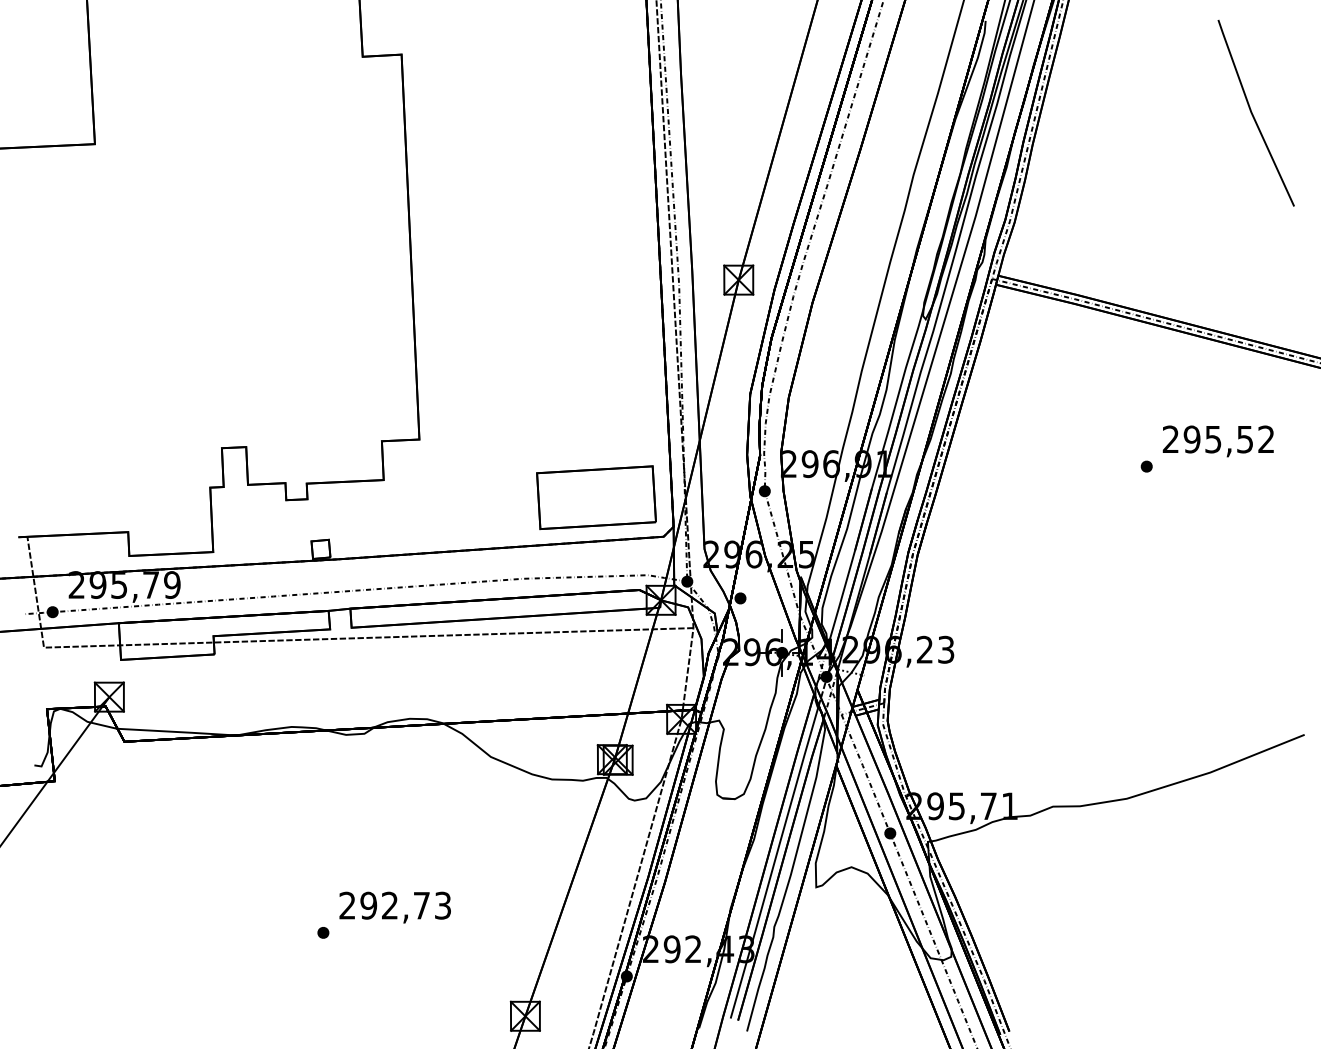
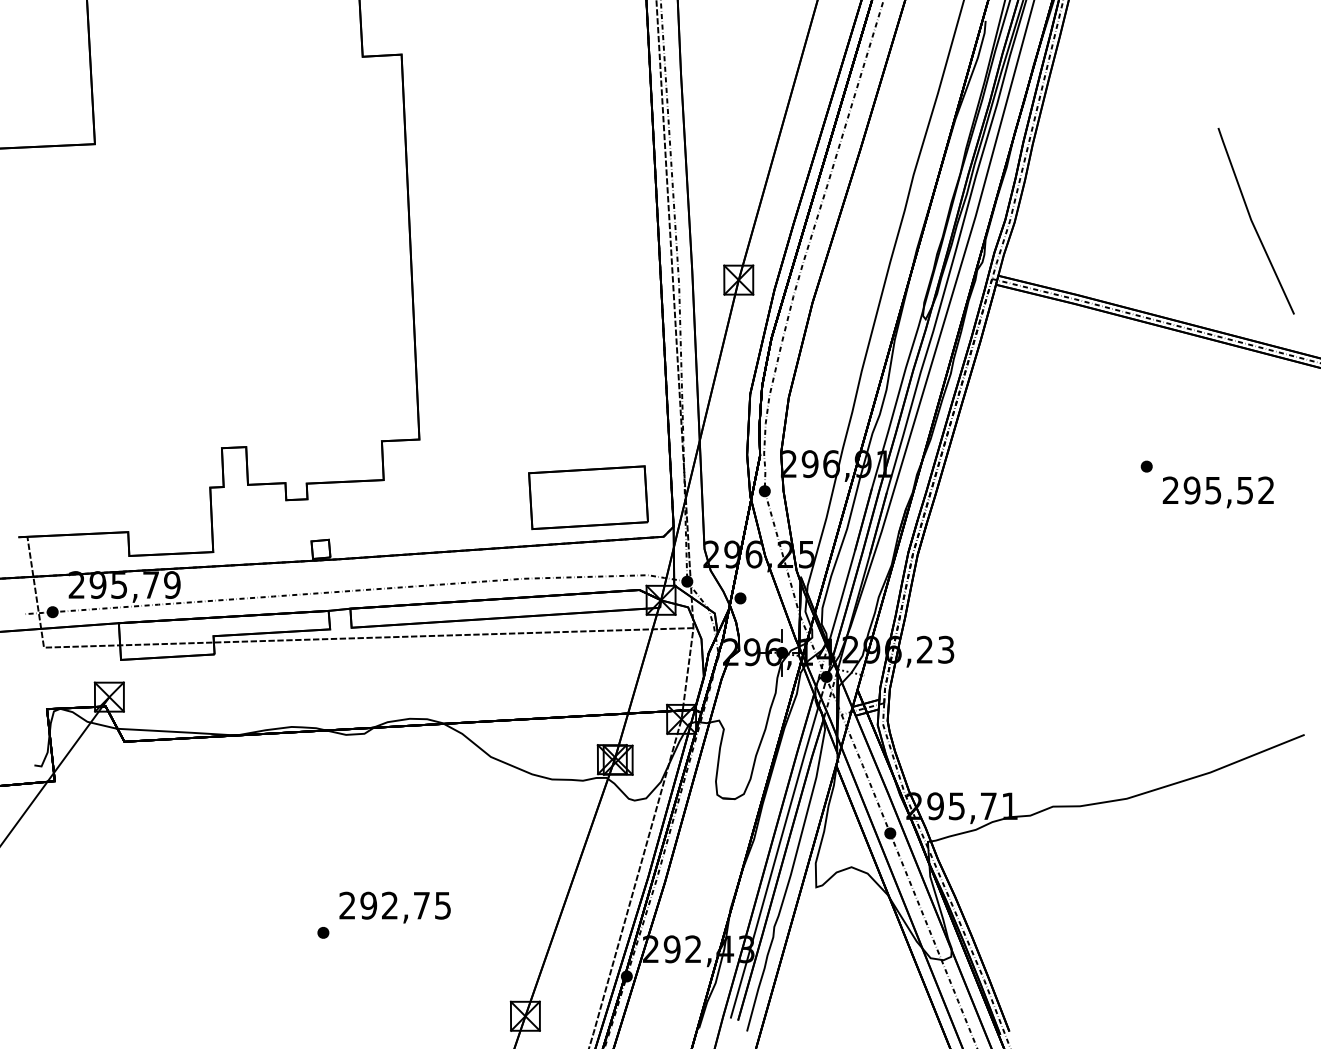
line at (1253, 114) position: (1253, 114) -> (1253, 222)
text at (1217, 441) position: (1217, 441) -> (1217, 492)
part at (596, 497) position: (596, 497) -> (588, 497)
text at (442, 904): 292,73 -> 292,75
